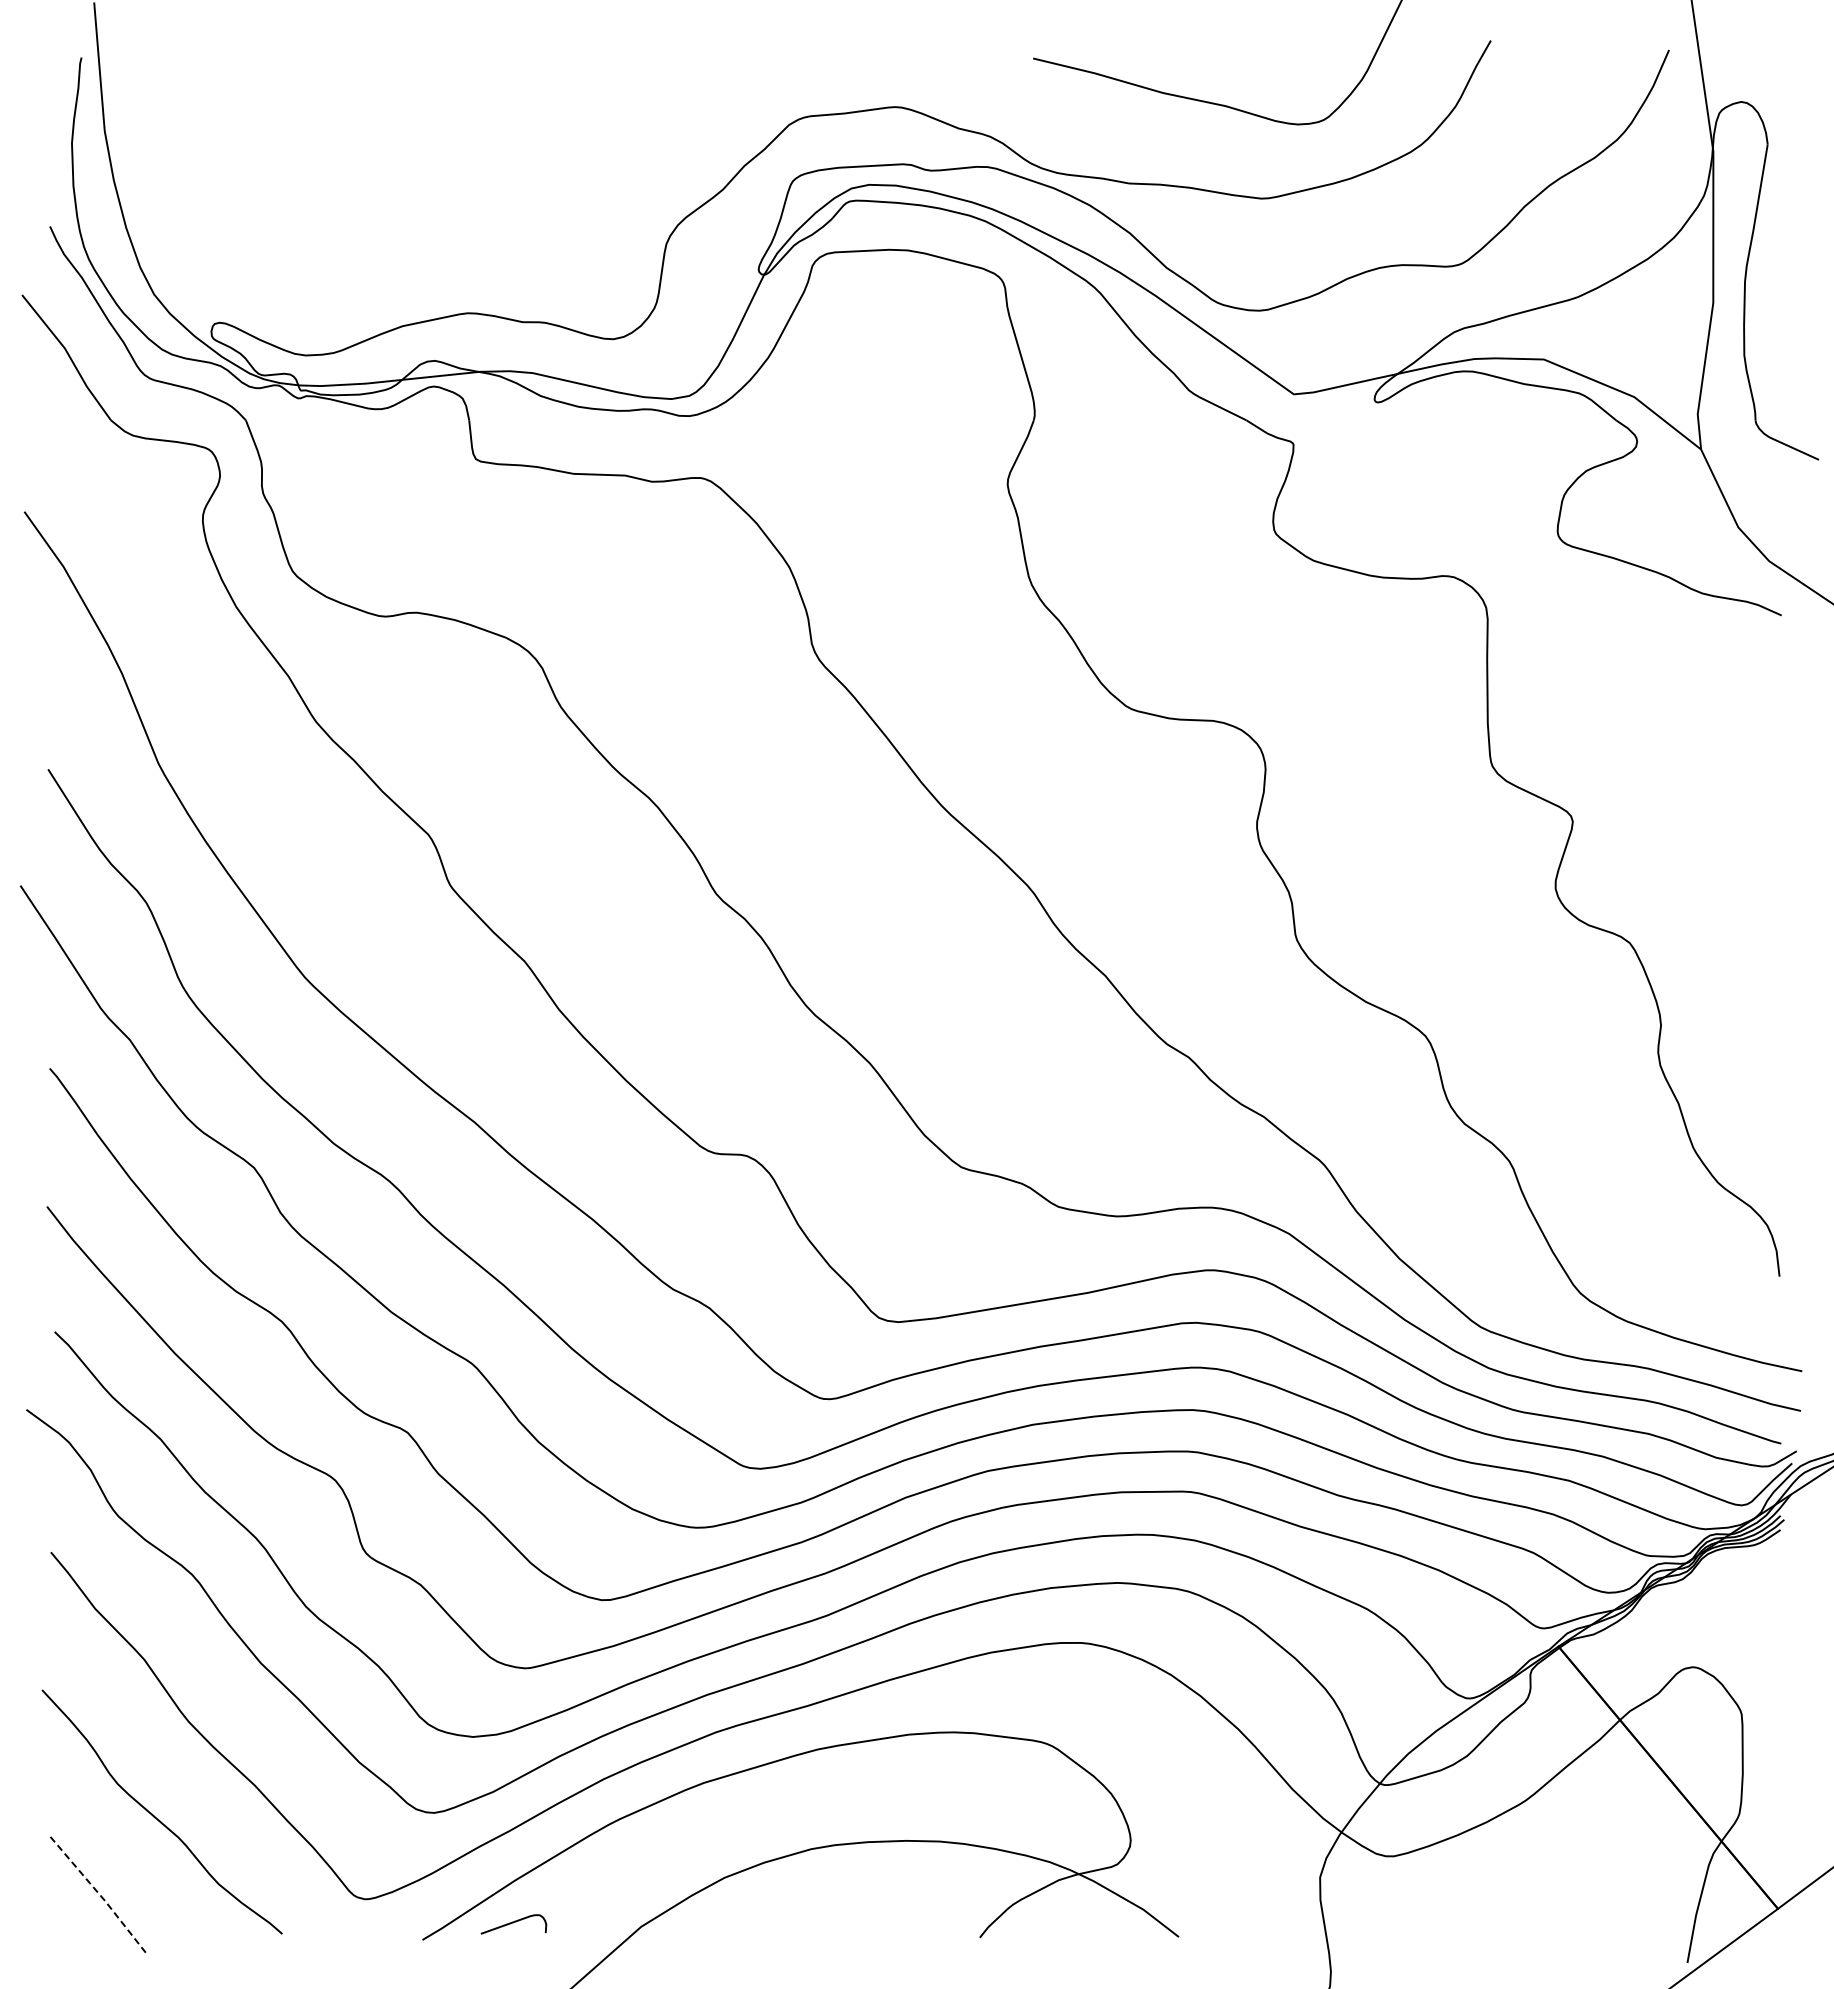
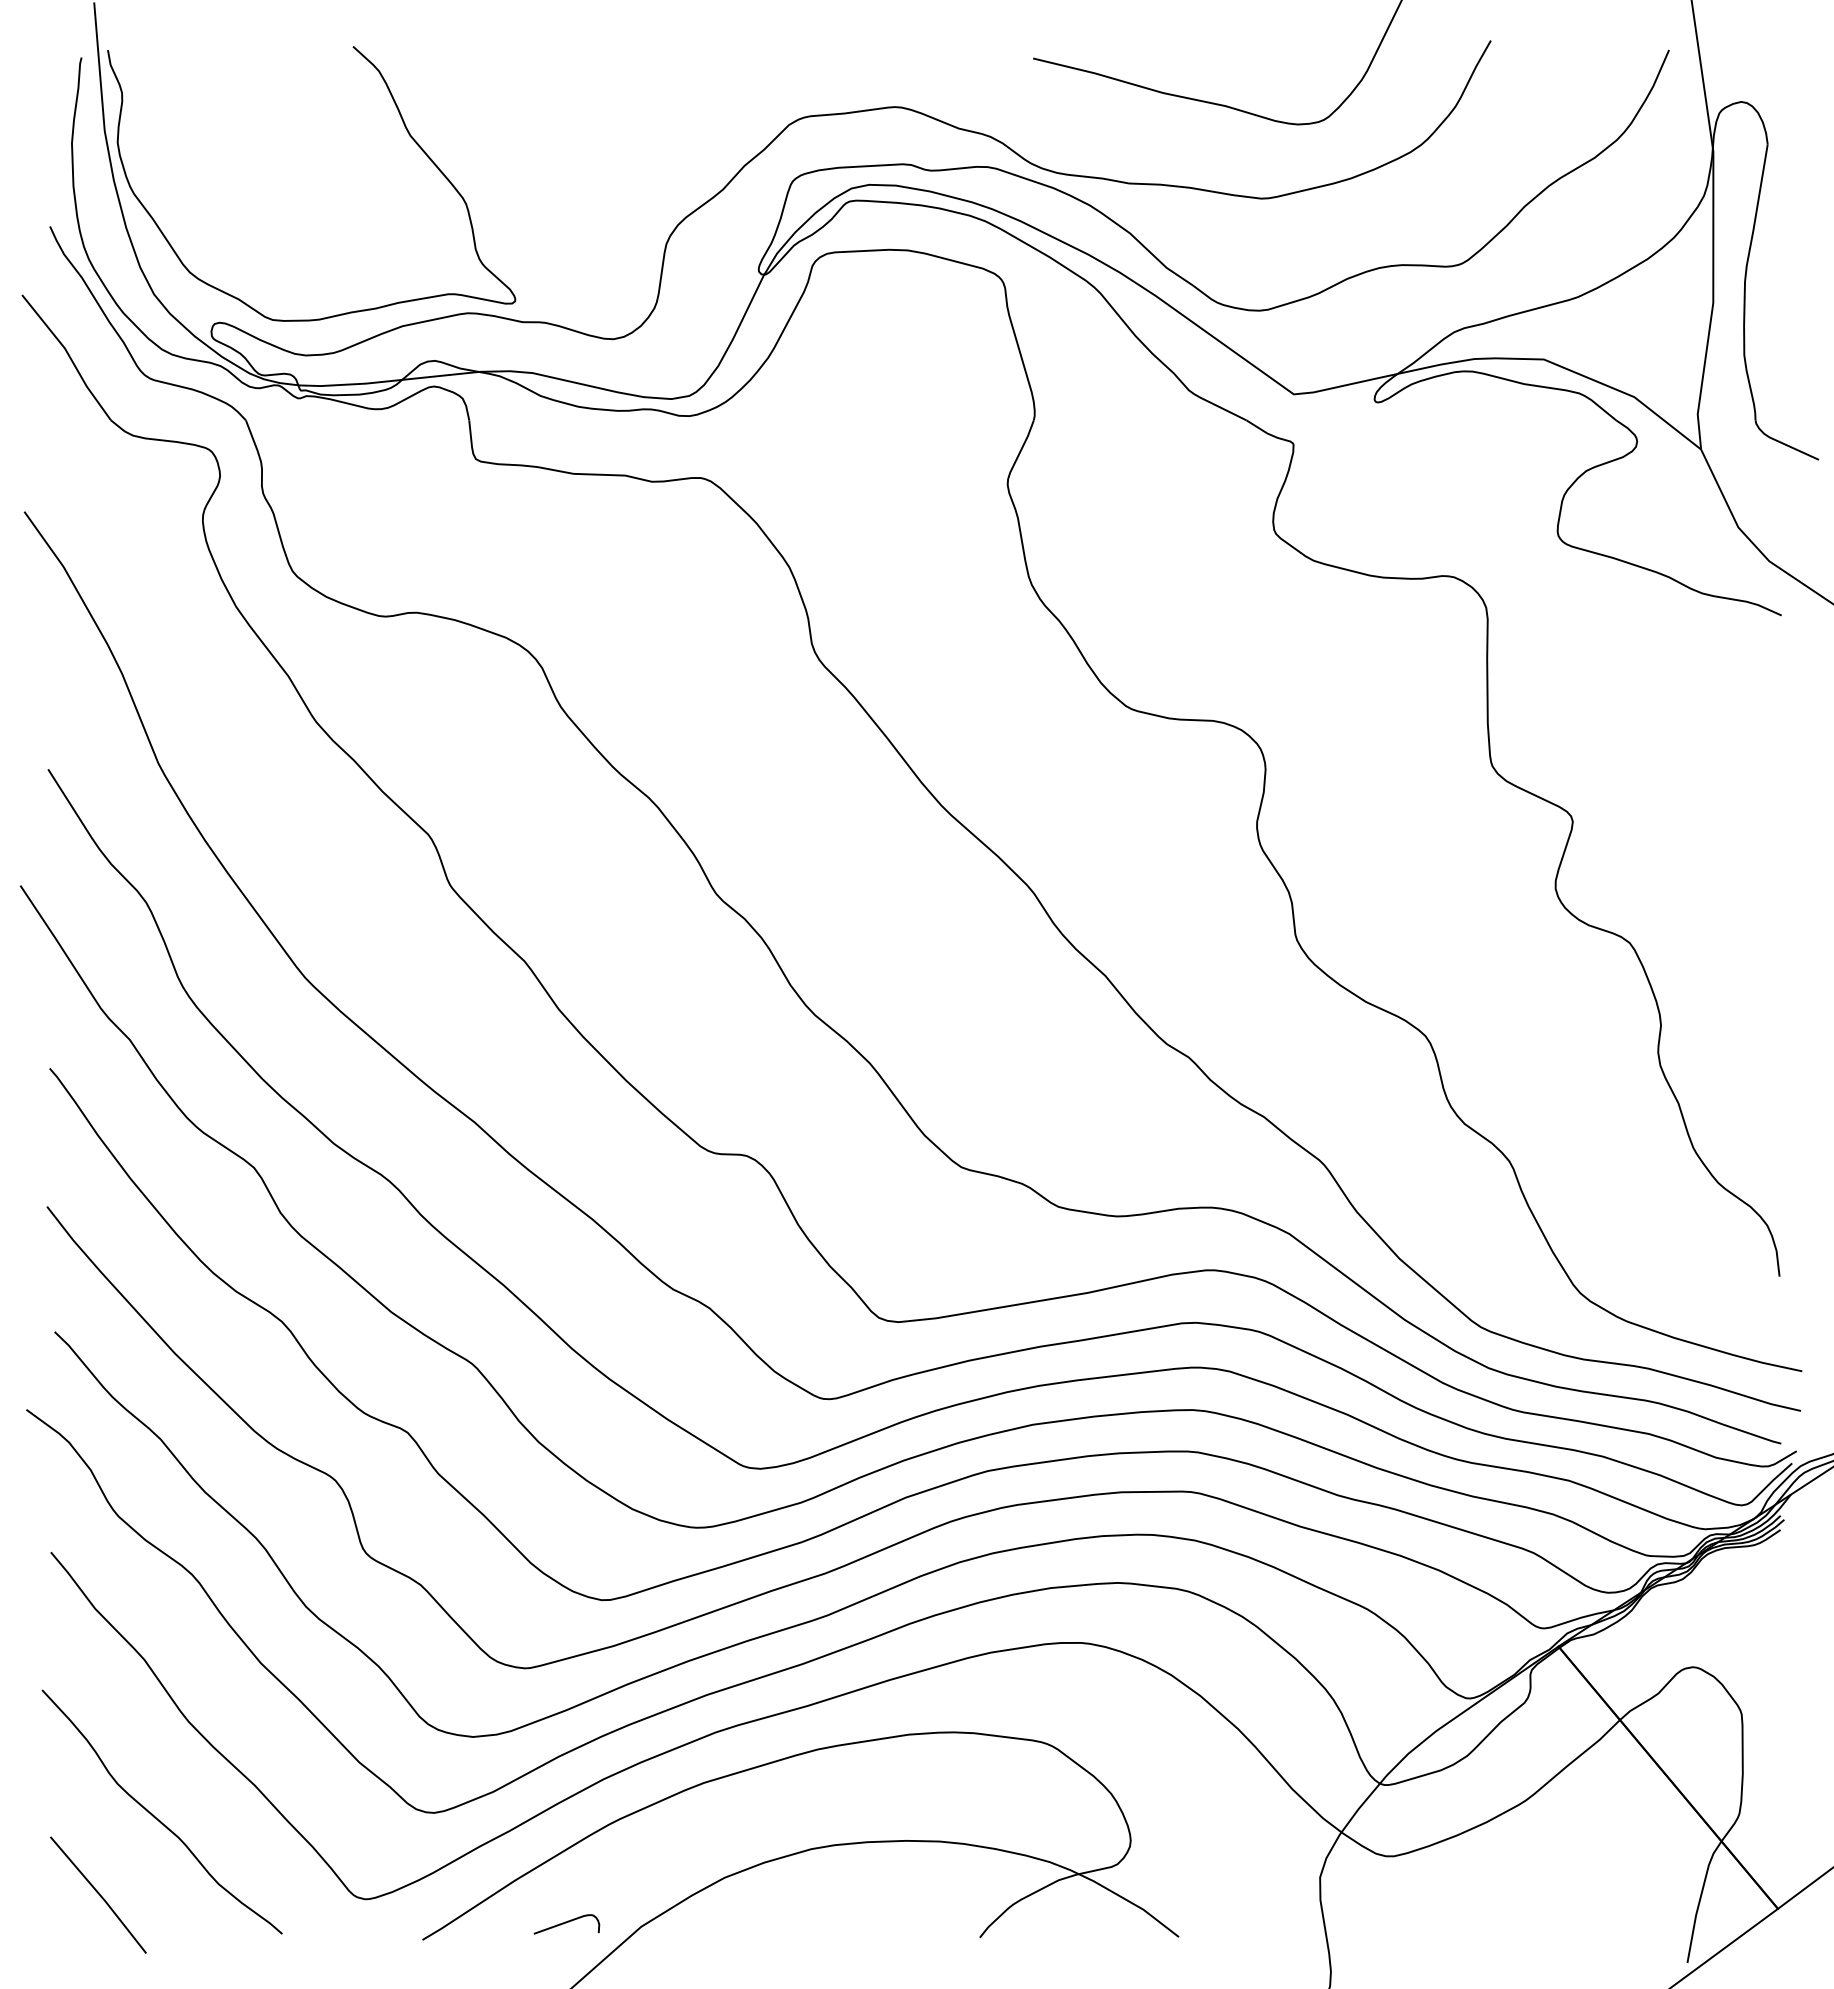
curve at (408, 134): none -> present
line at (100, 1895): dashed -> solid
curve at (513, 1923) position: (513, 1923) -> (566, 1923)
